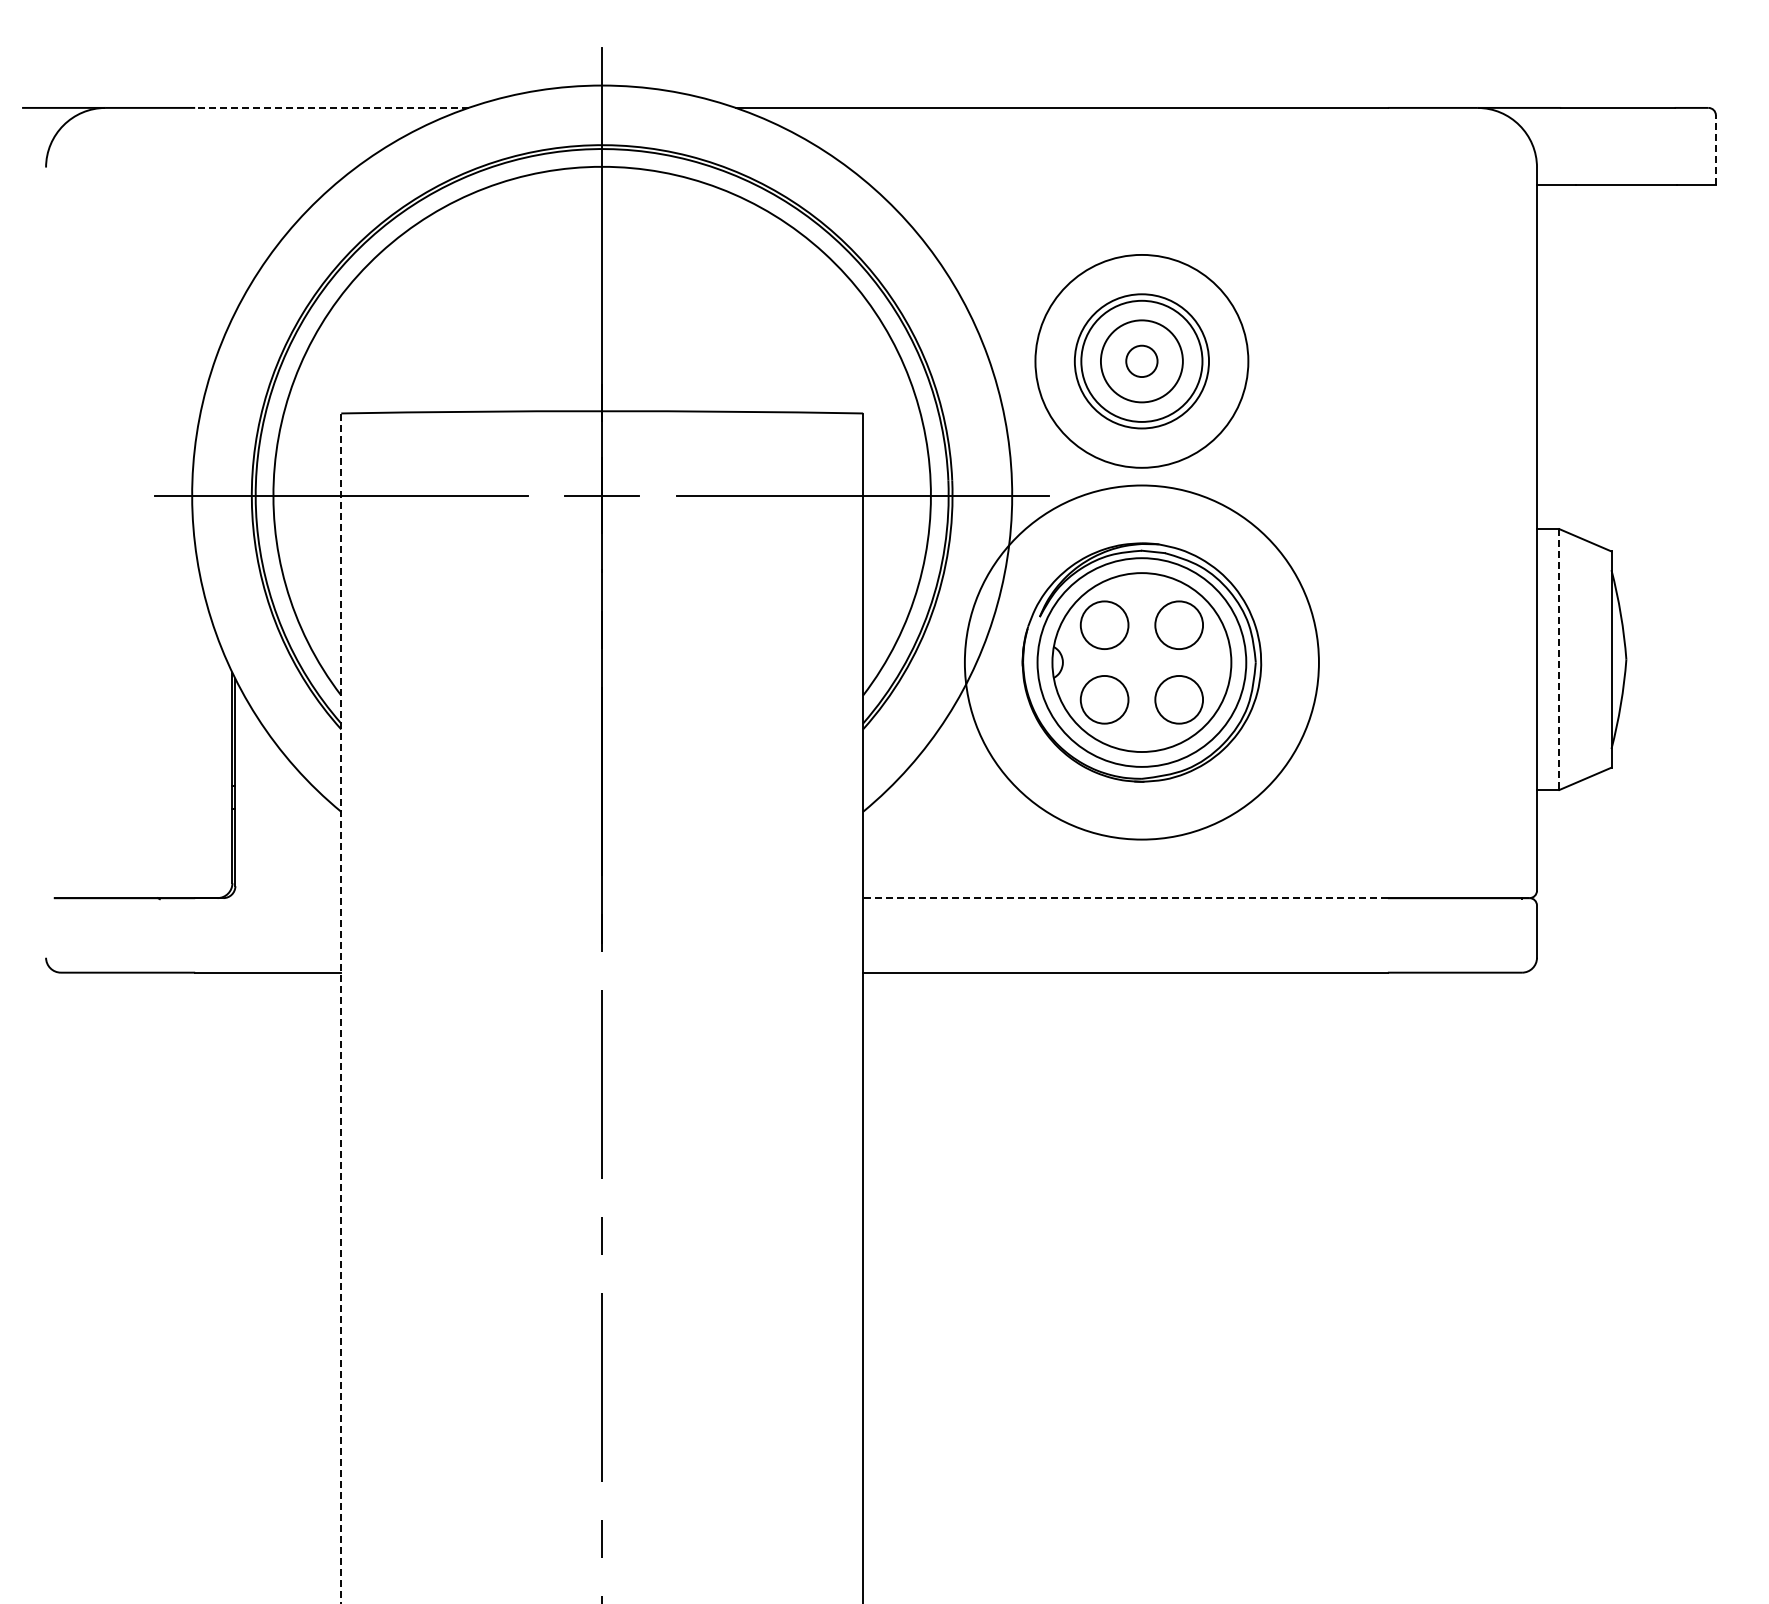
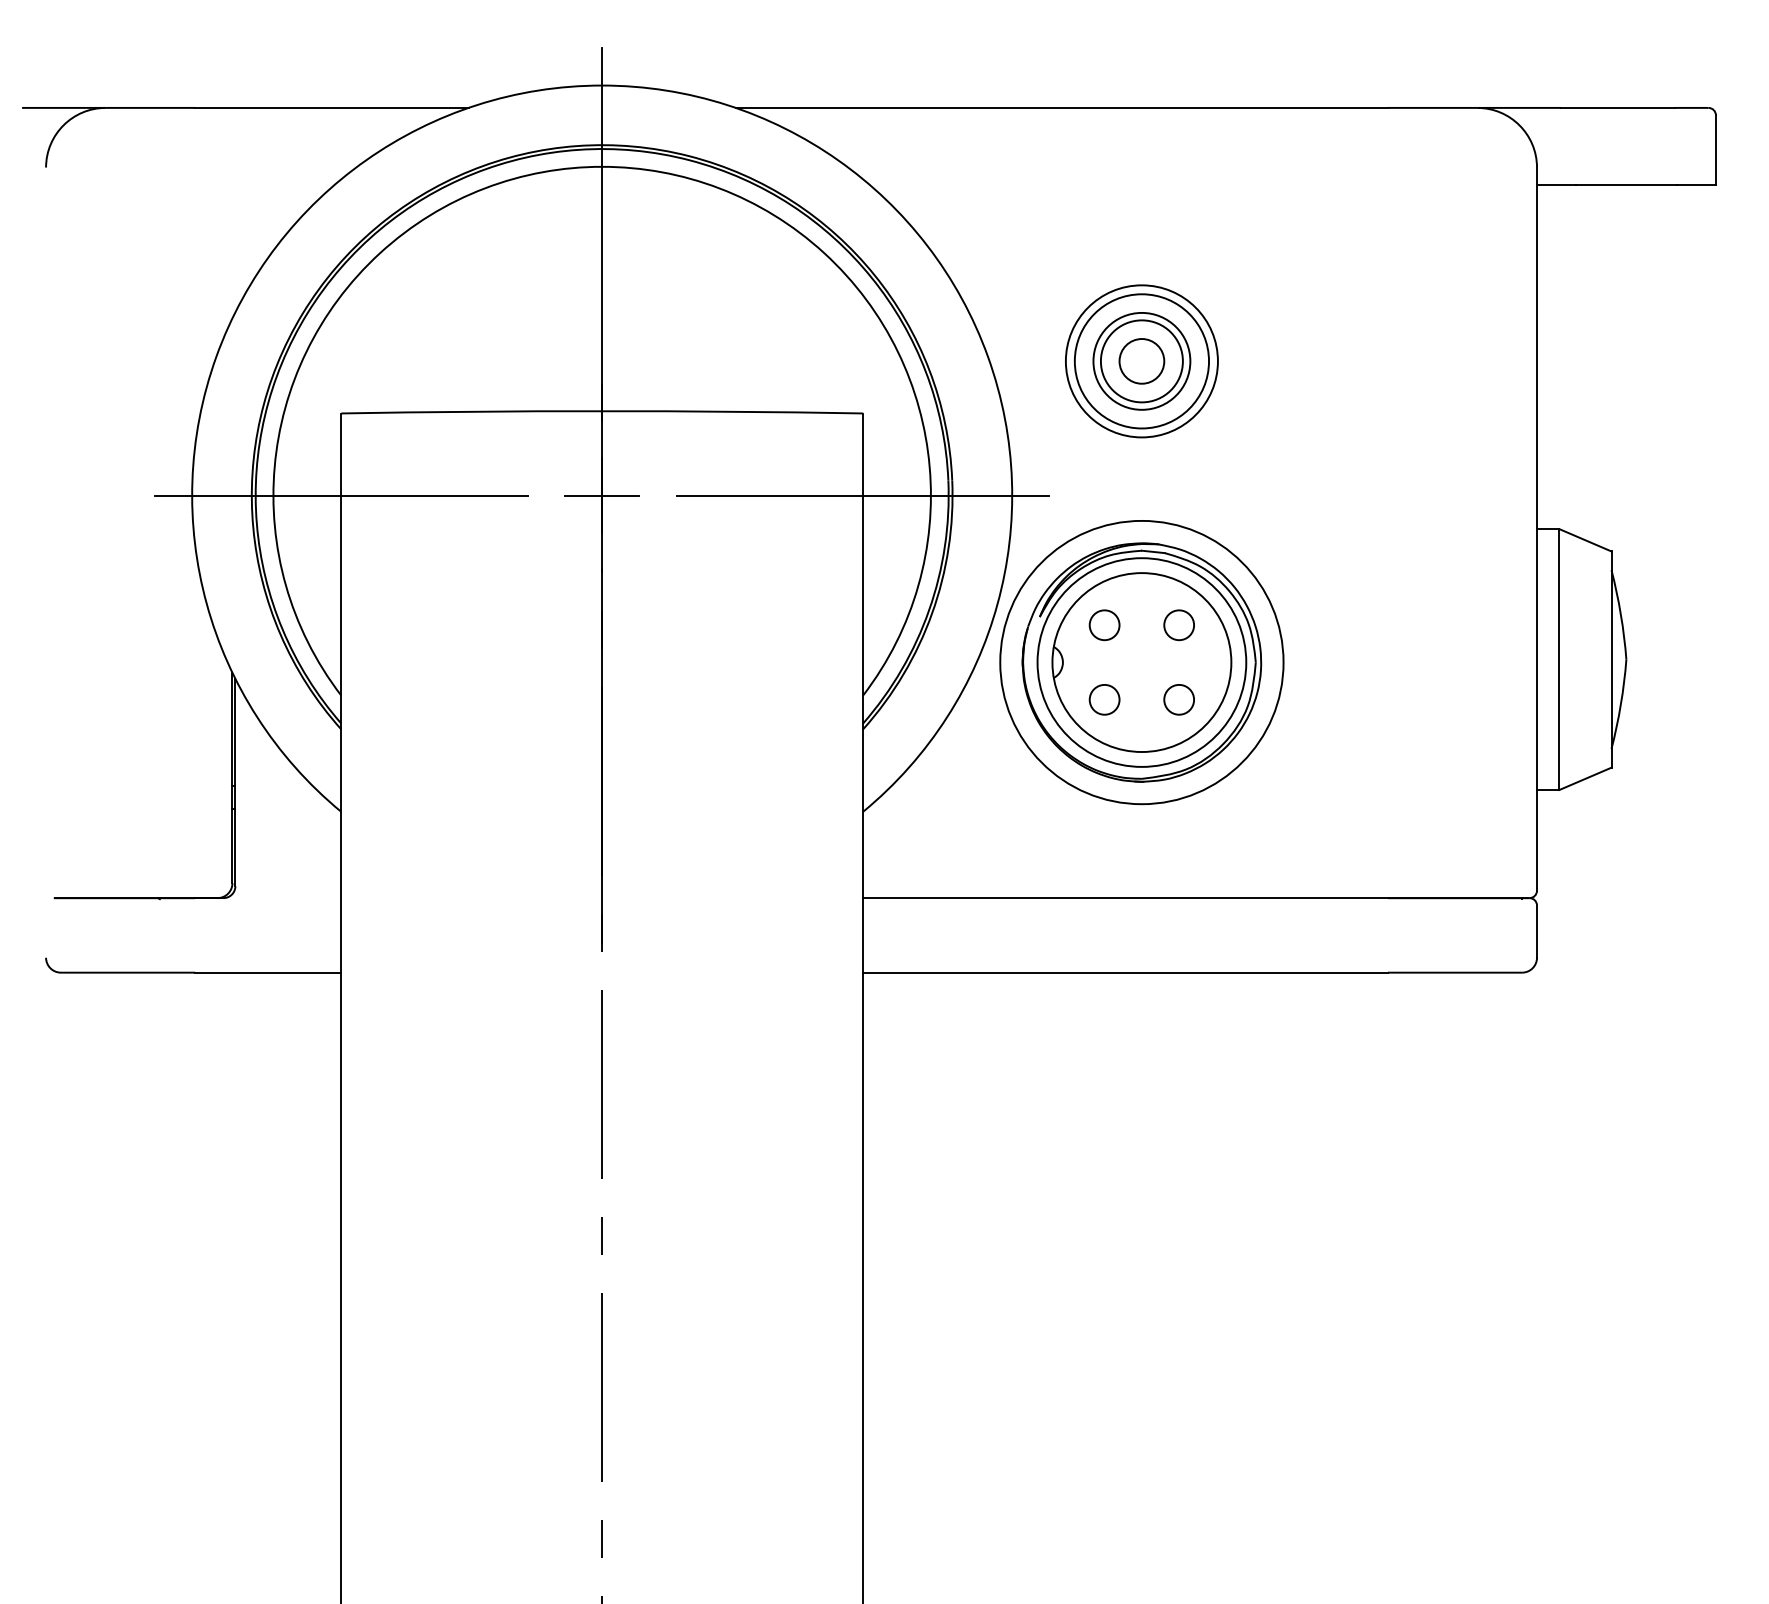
line at (331, 107): dashed -> solid
line at (1715, 149): dashed -> solid
circle at (1141, 360) diameter: 121 px -> 97 px
circle at (1141, 360) diameter: 213 px -> 152 px
circle at (1141, 361) diameter: 31 px -> 45 px
circle at (1104, 625) diameter: 48 px -> 30 px
circle at (1179, 625) diameter: 48 px -> 30 px
line at (1559, 660): dashed -> solid
circle at (1141, 662) diameter: 354 px -> 283 px
circle at (1104, 699) diameter: 48 px -> 30 px
circle at (1179, 699) diameter: 48 px -> 30 px
line at (1125, 898): dashed -> solid
line at (341, 1008): dashed -> solid
